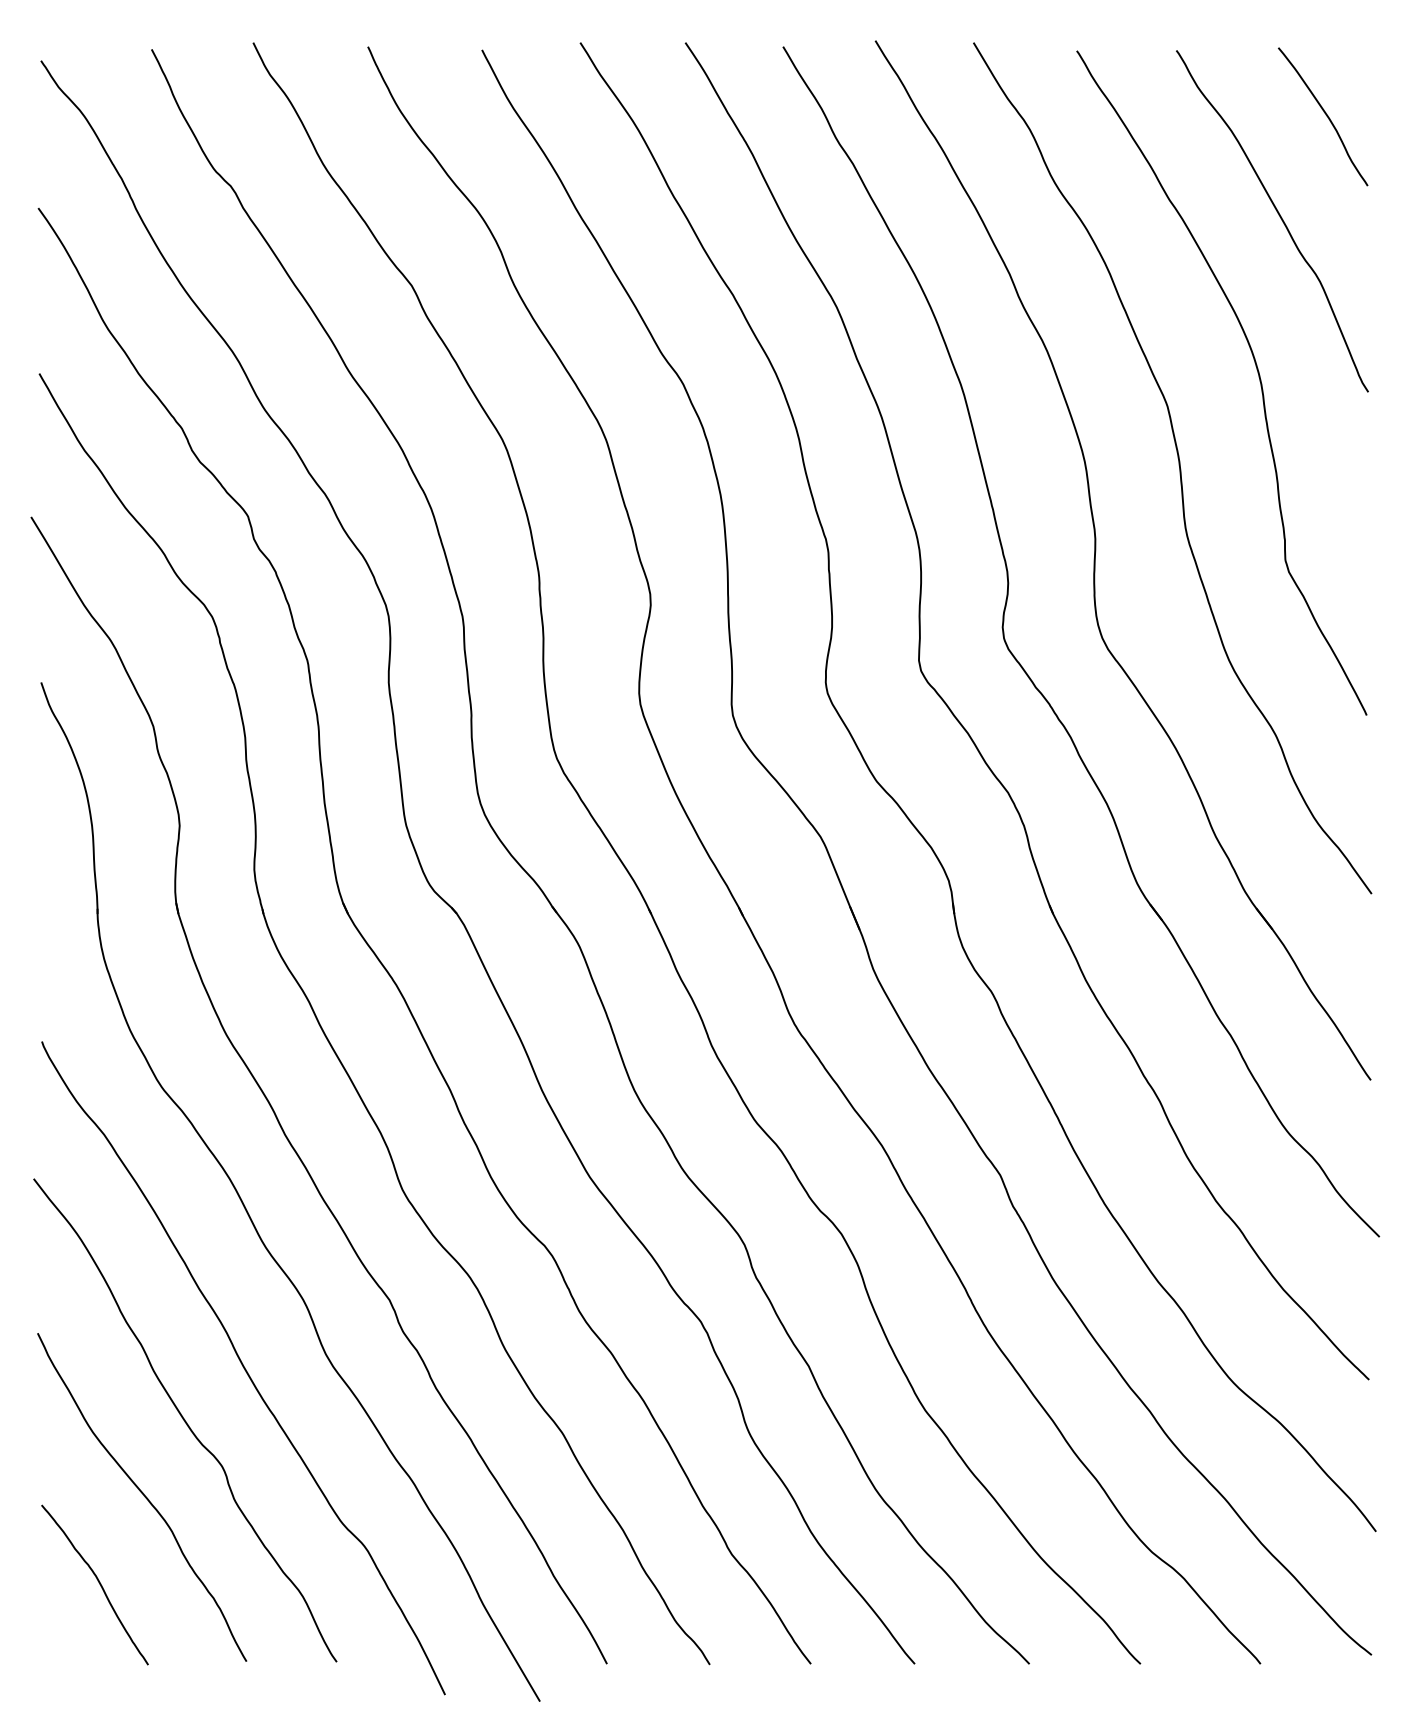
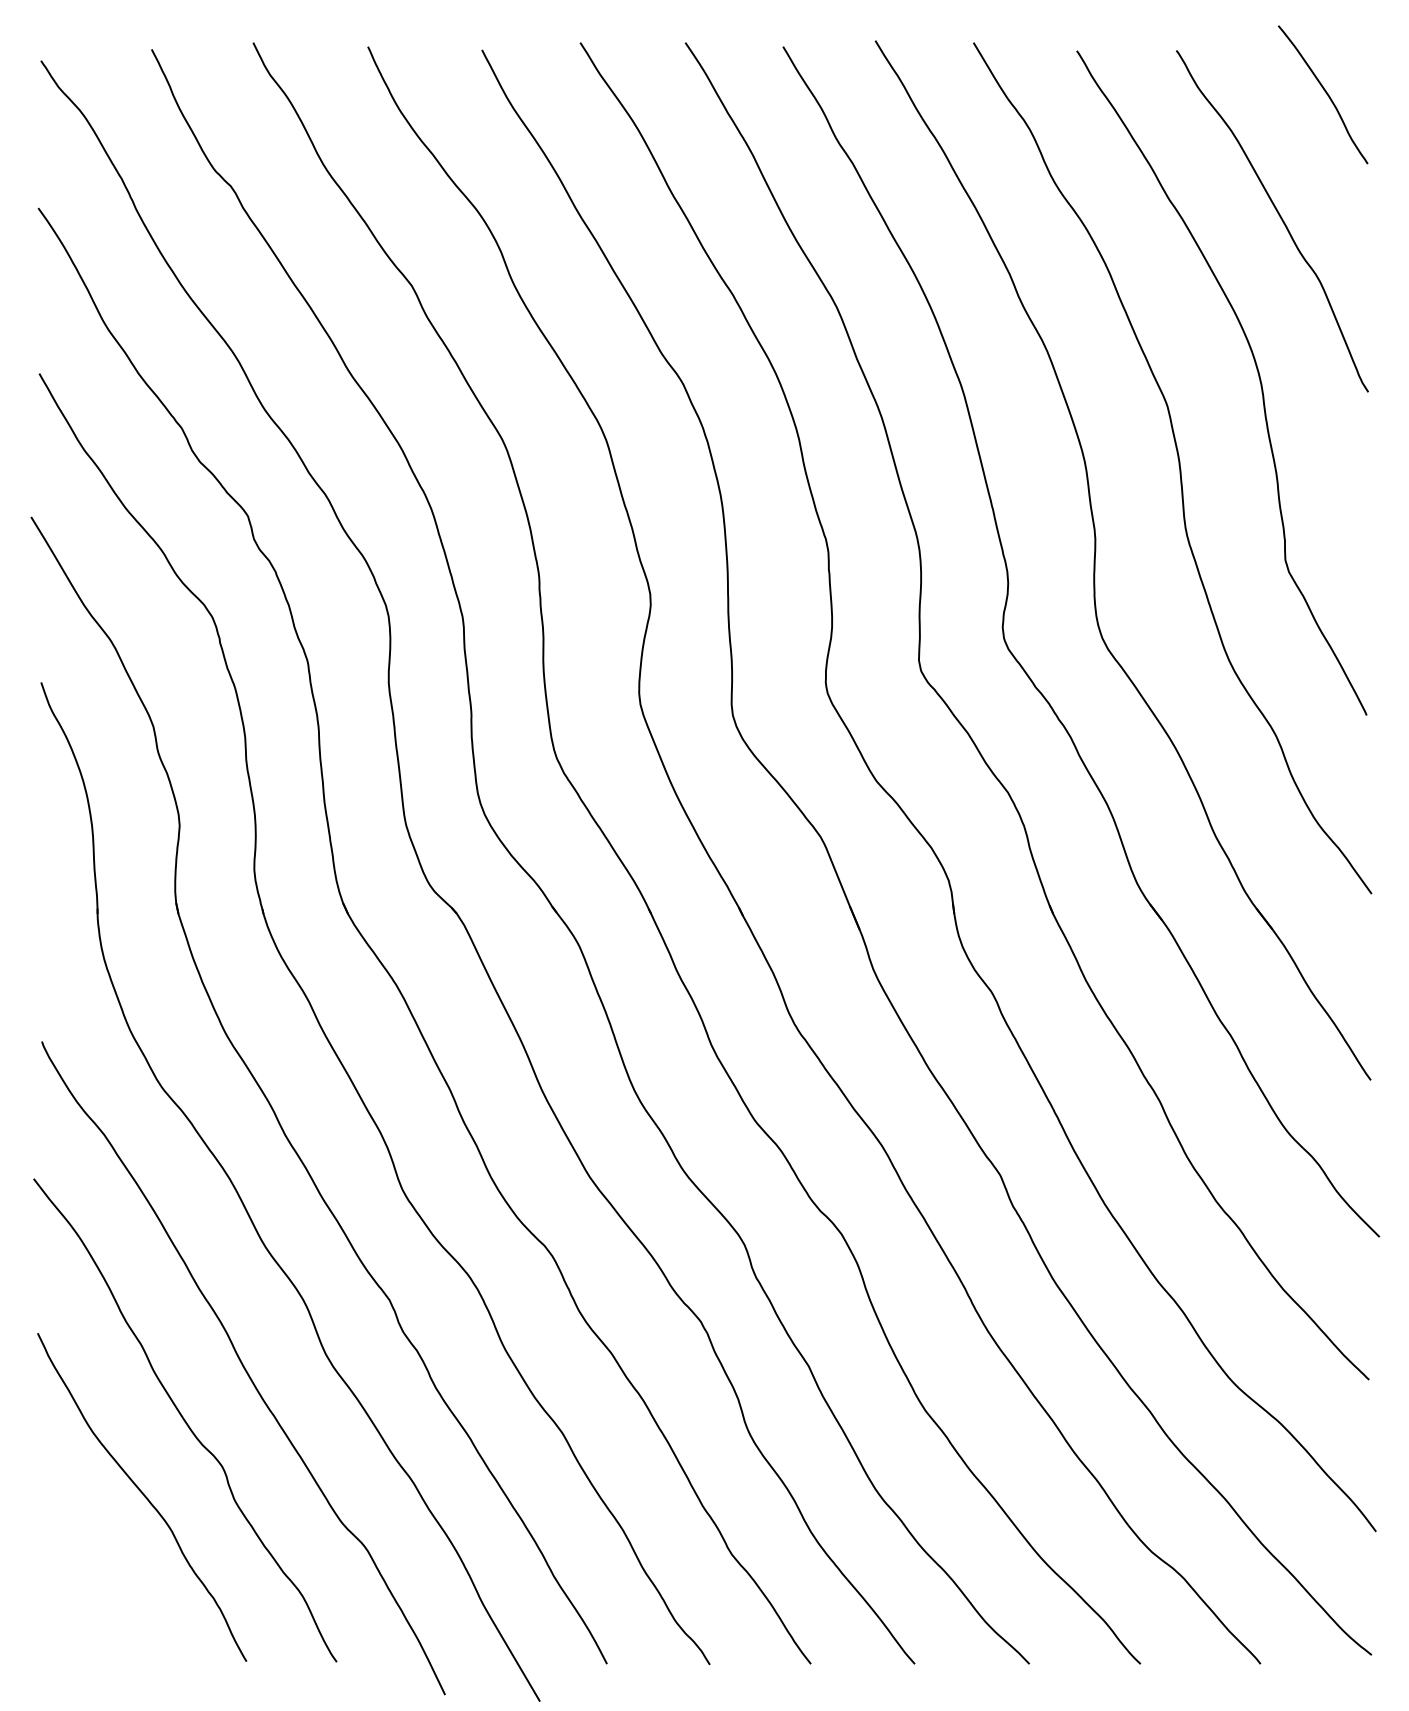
curve at (1325, 114) position: (1325, 114) -> (1325, 92)
curve at (97, 1581): present -> none
